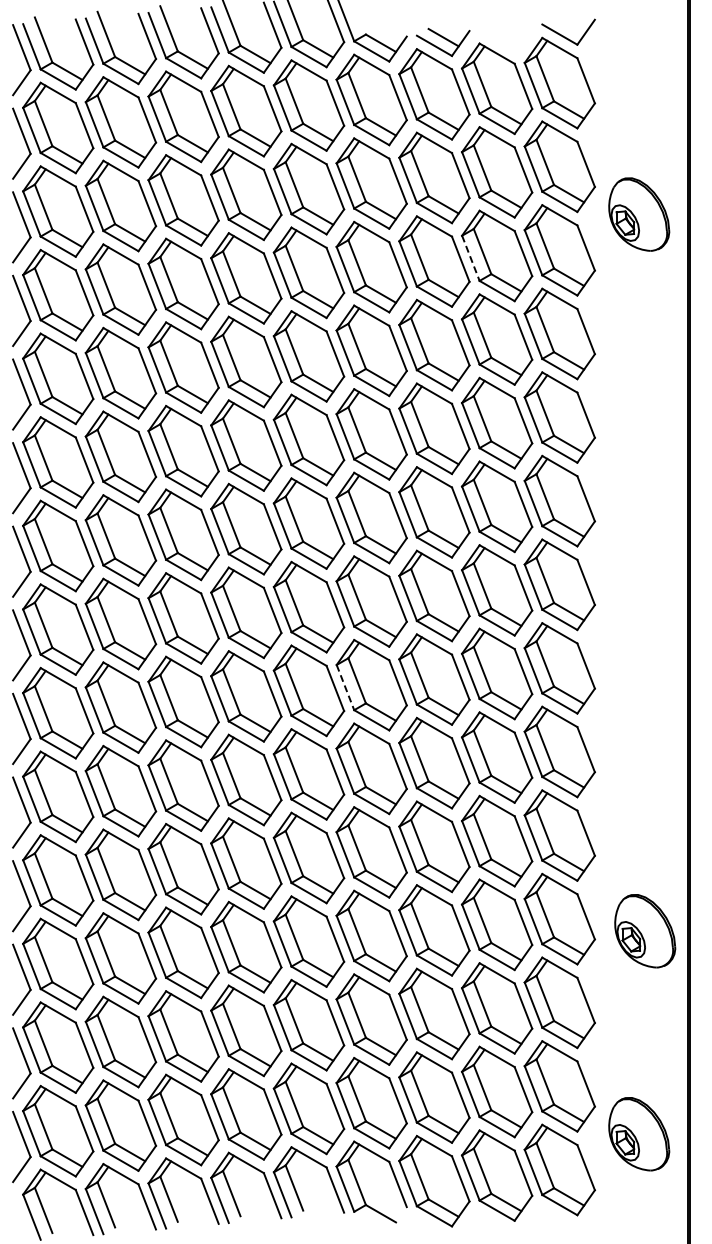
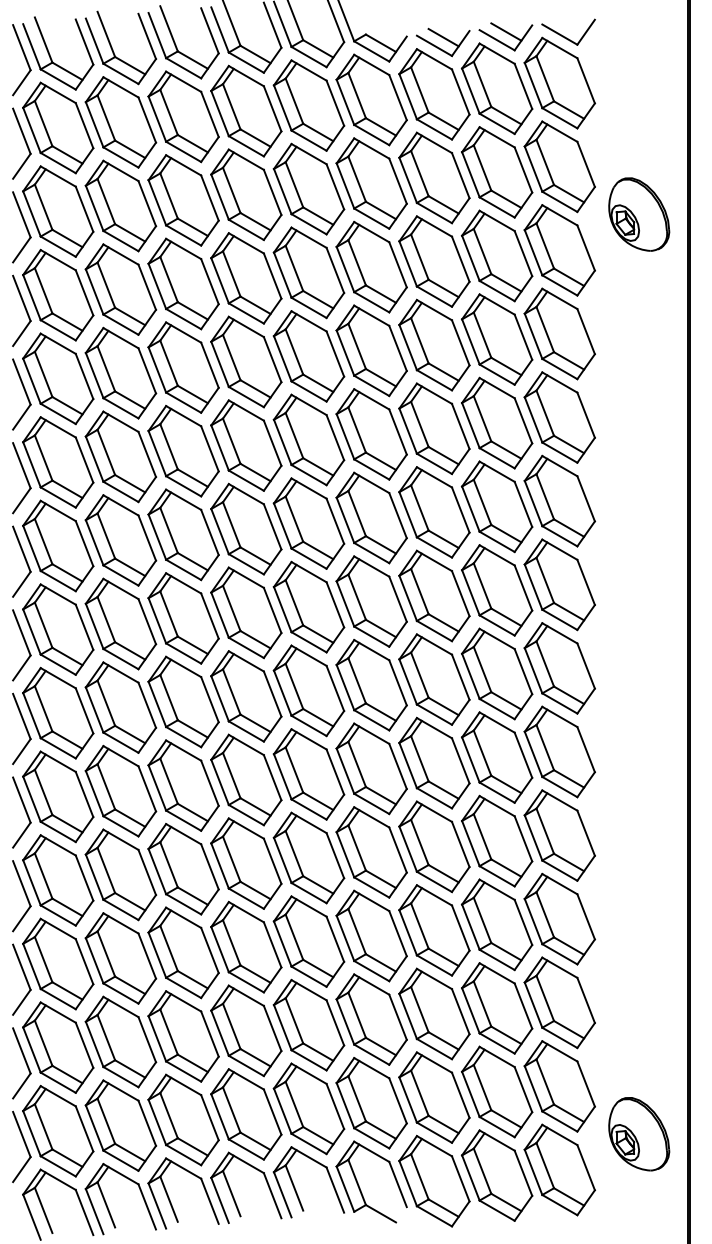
part at (505, 36): none -> present
line at (471, 258): dashed -> solid
line at (345, 688): dashed -> solid
part at (645, 931): present -> none
